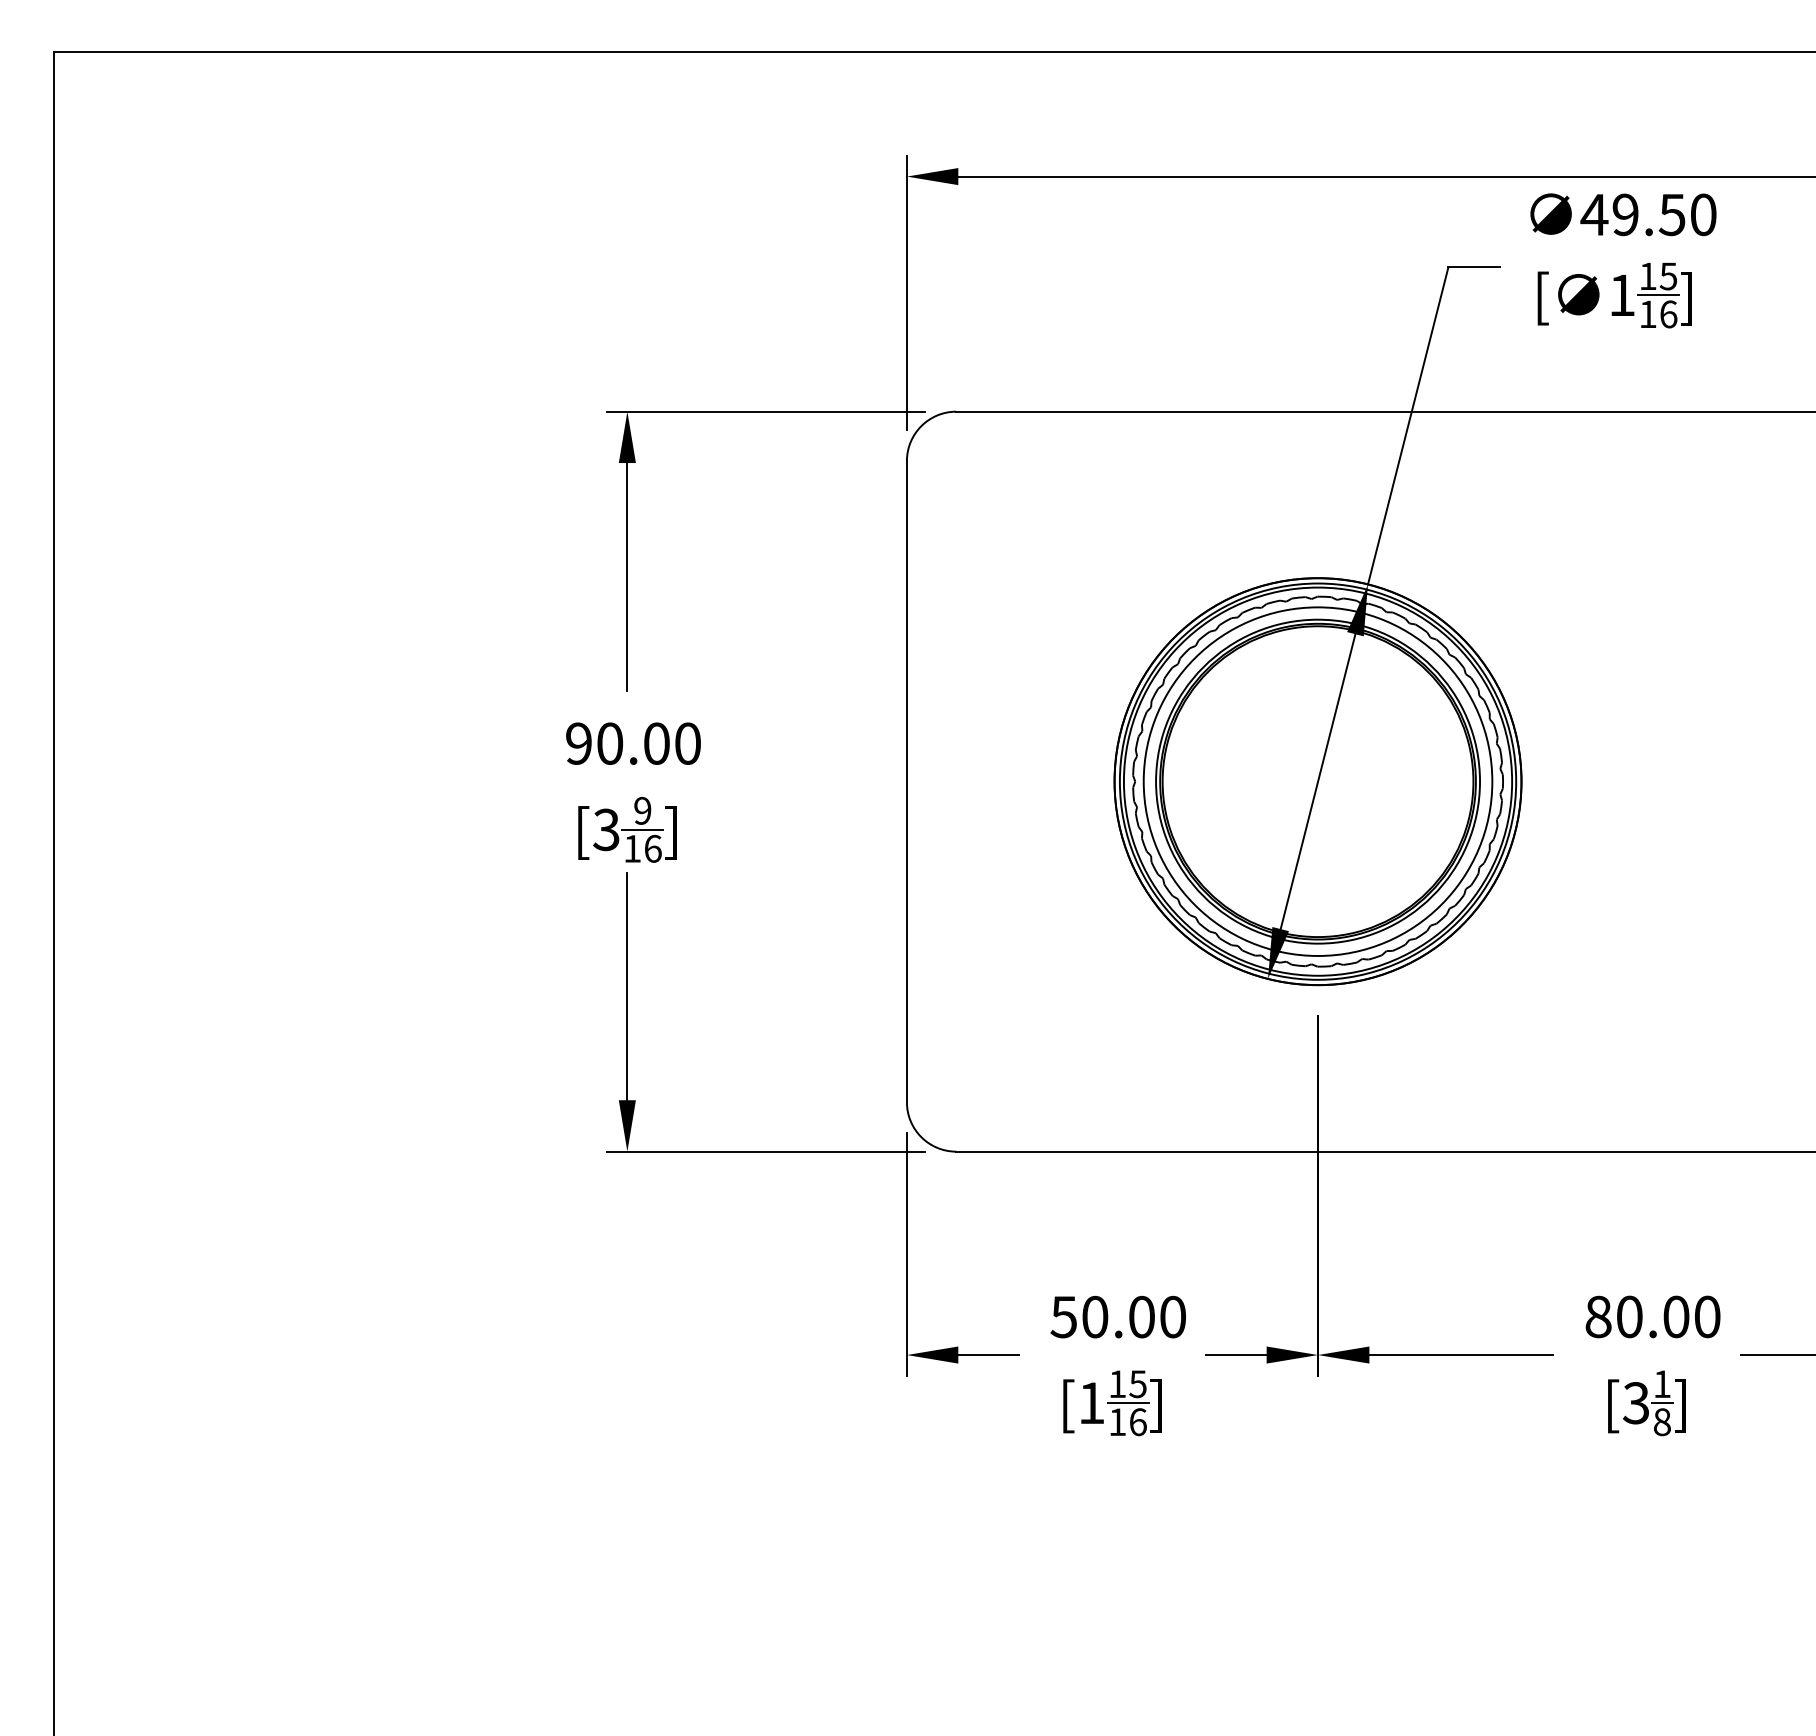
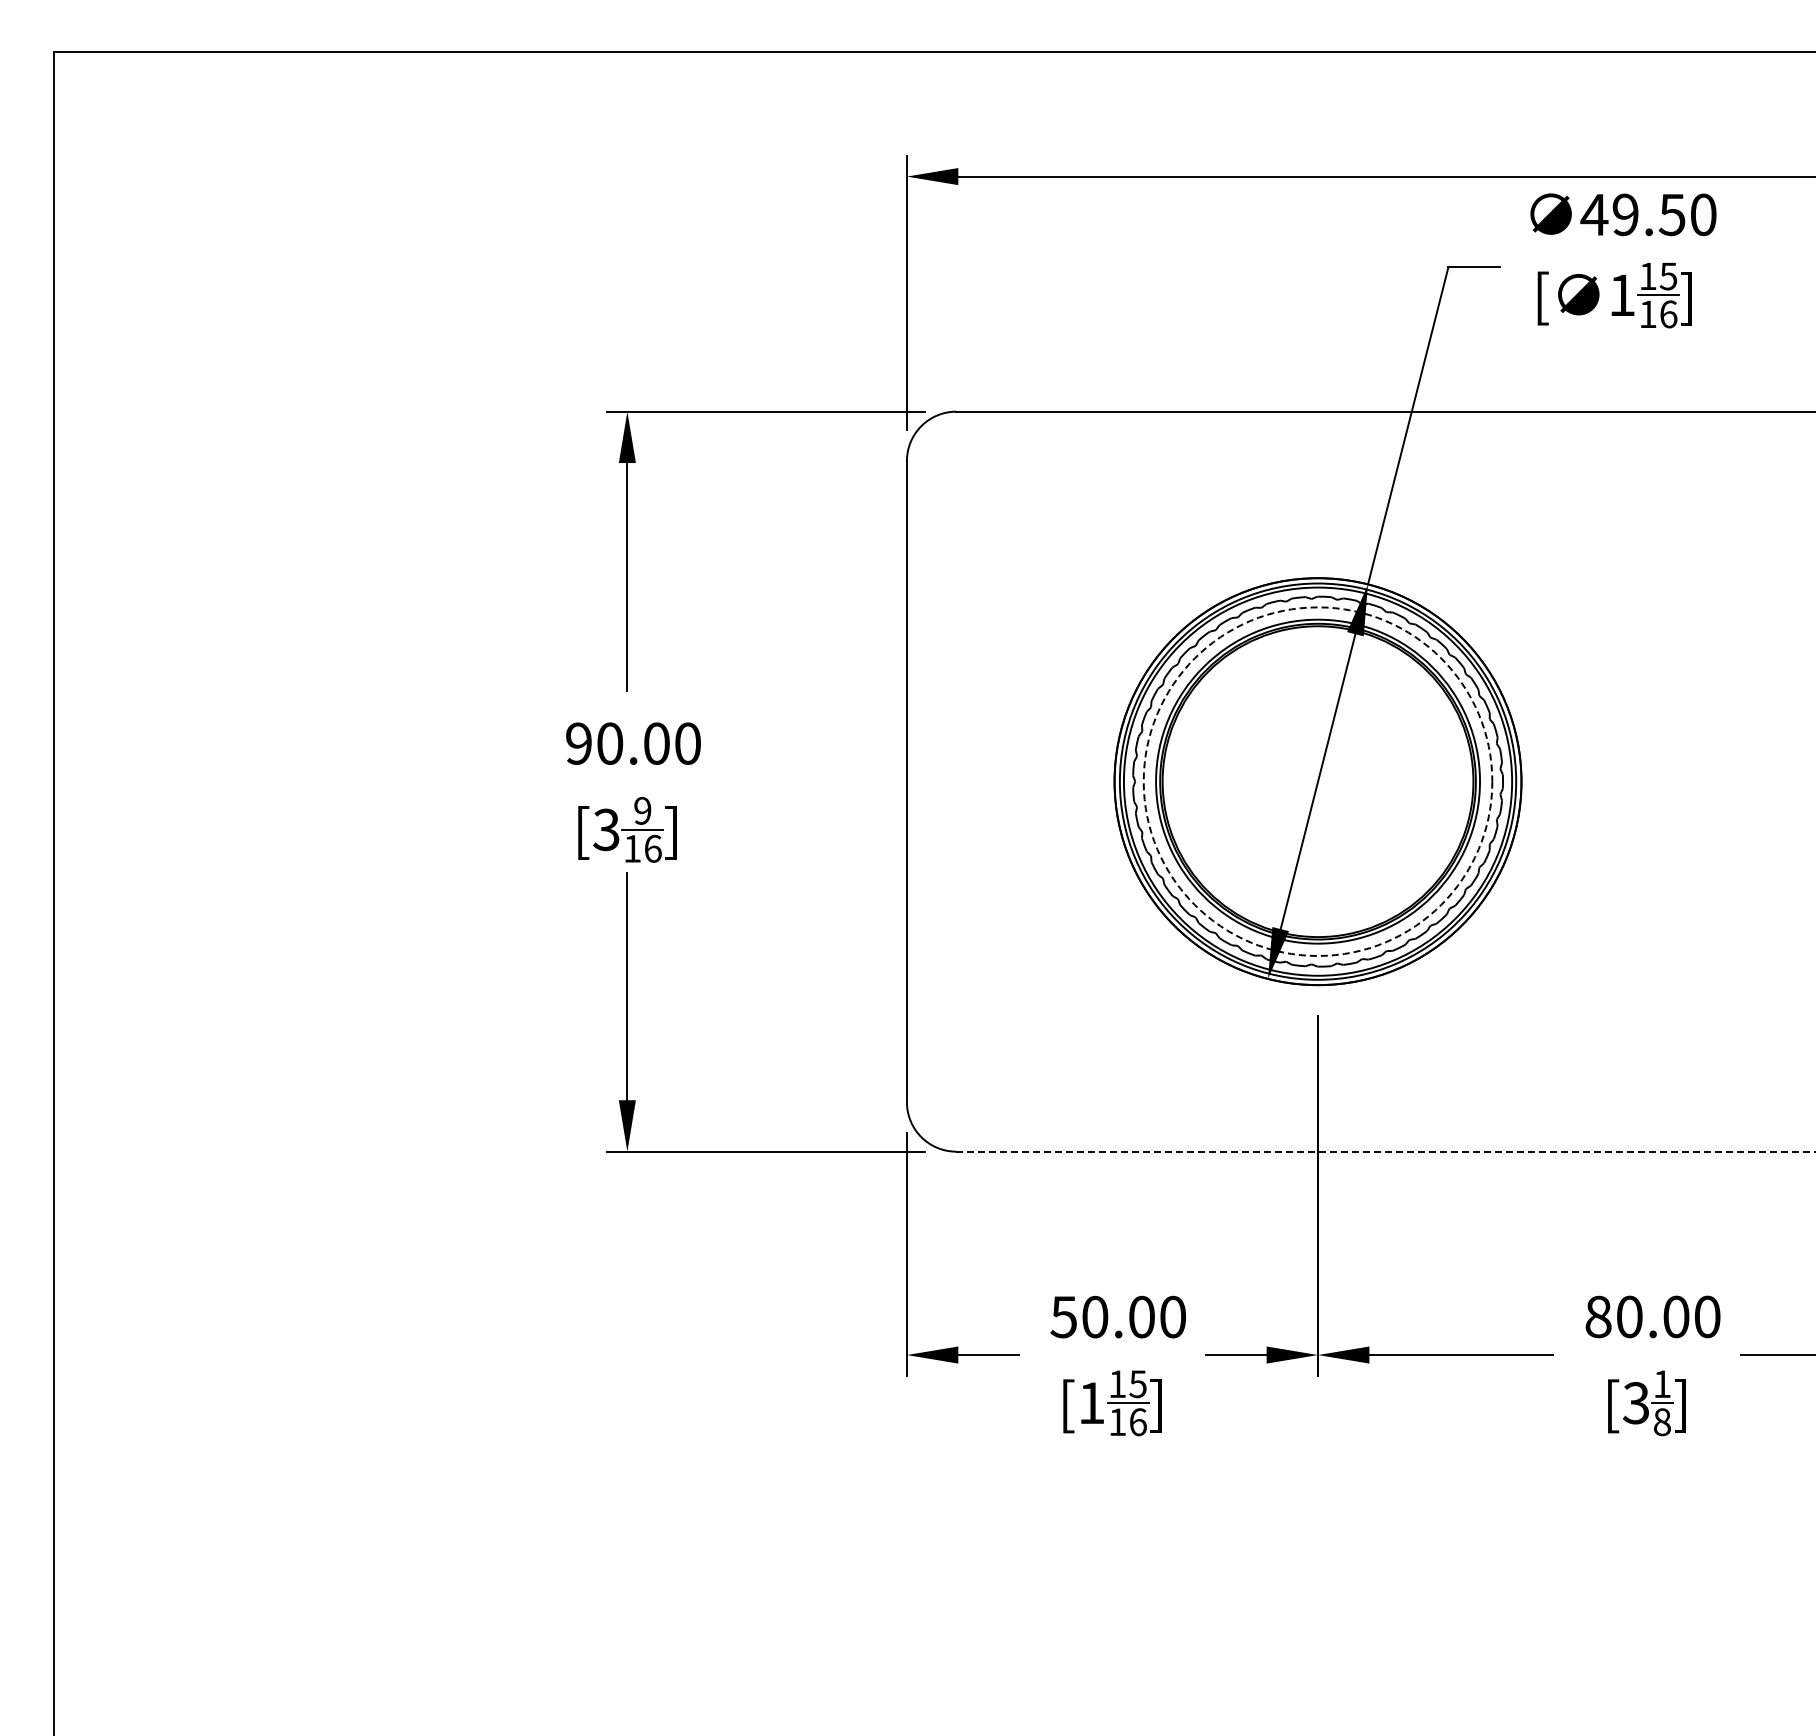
circle at (1317, 781): solid -> dashed
line at (1386, 1151): solid -> dashed
